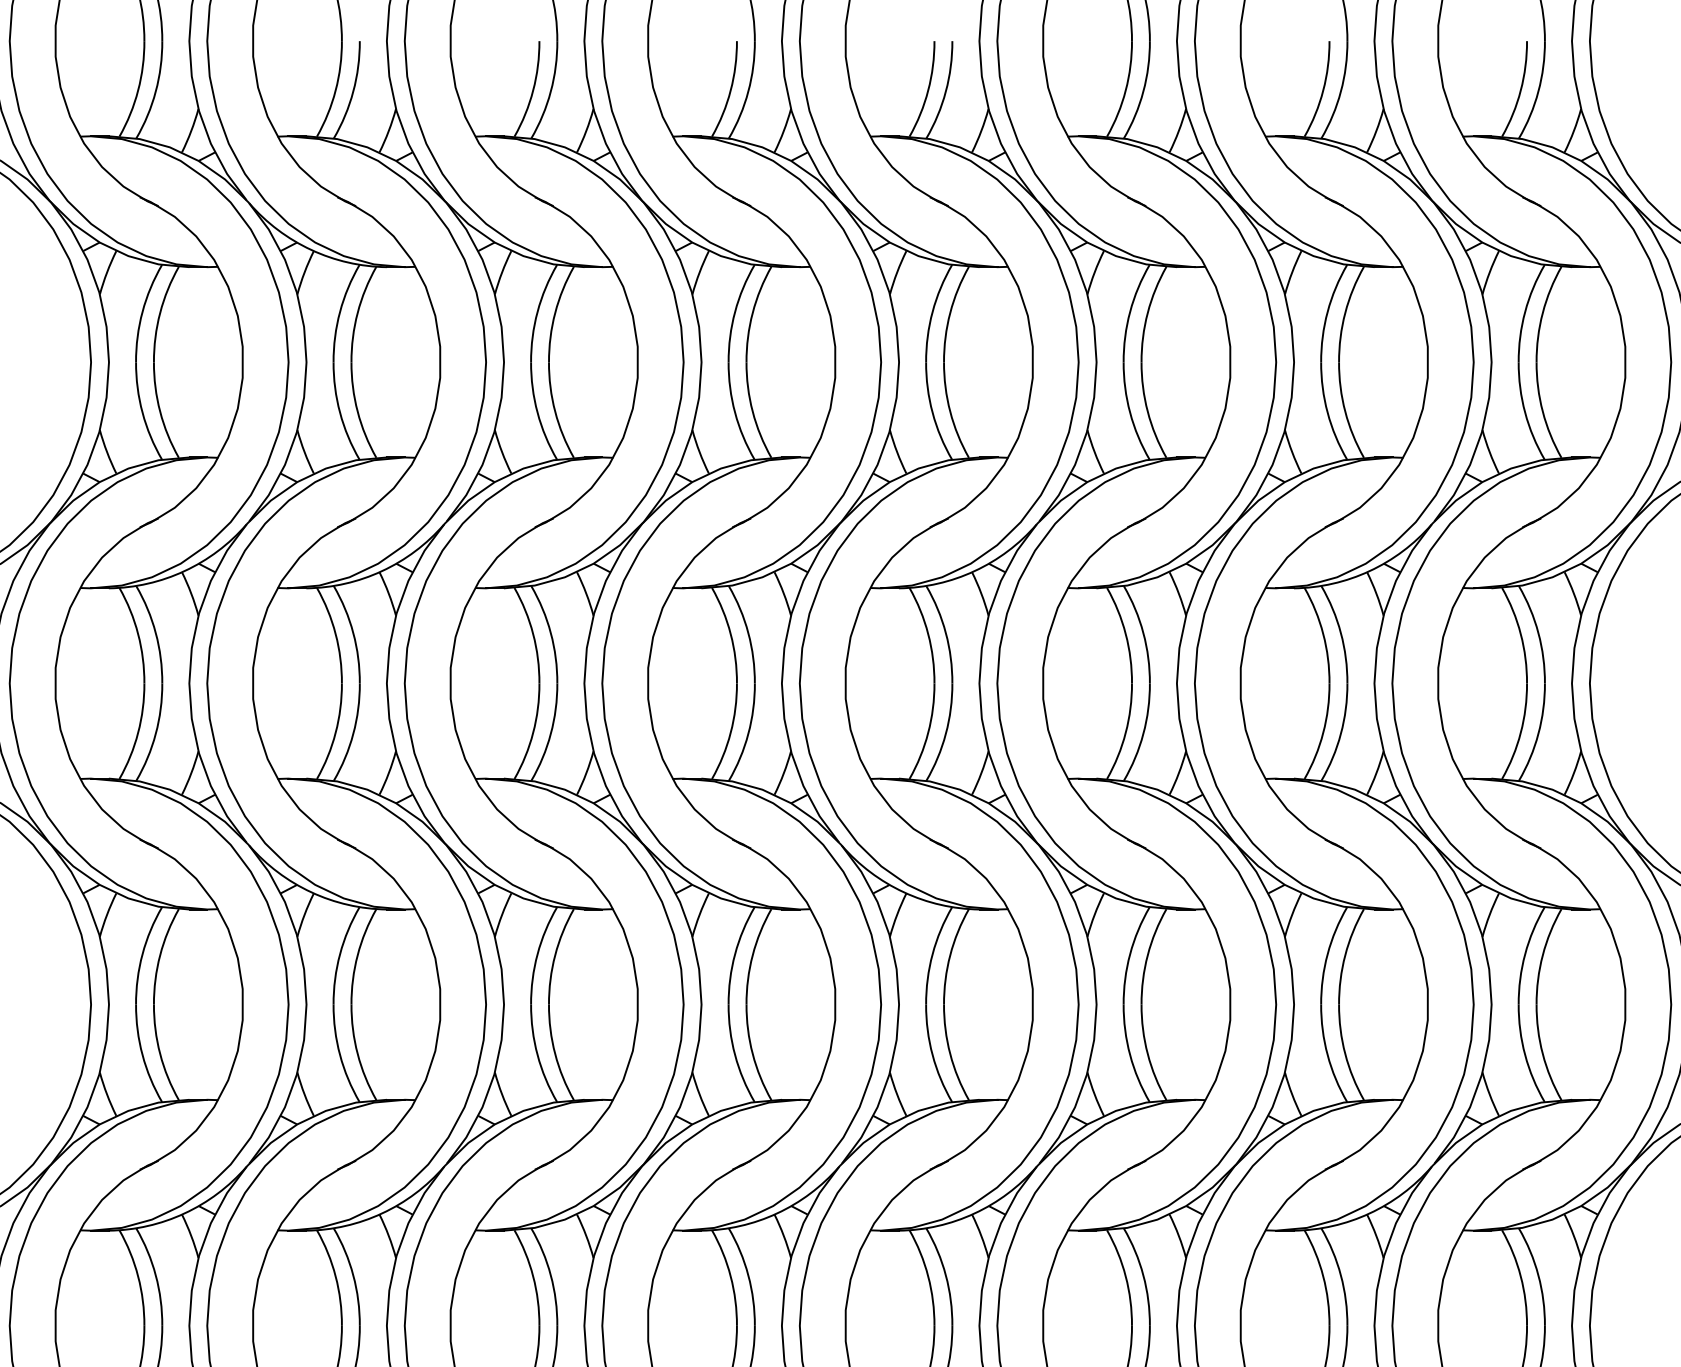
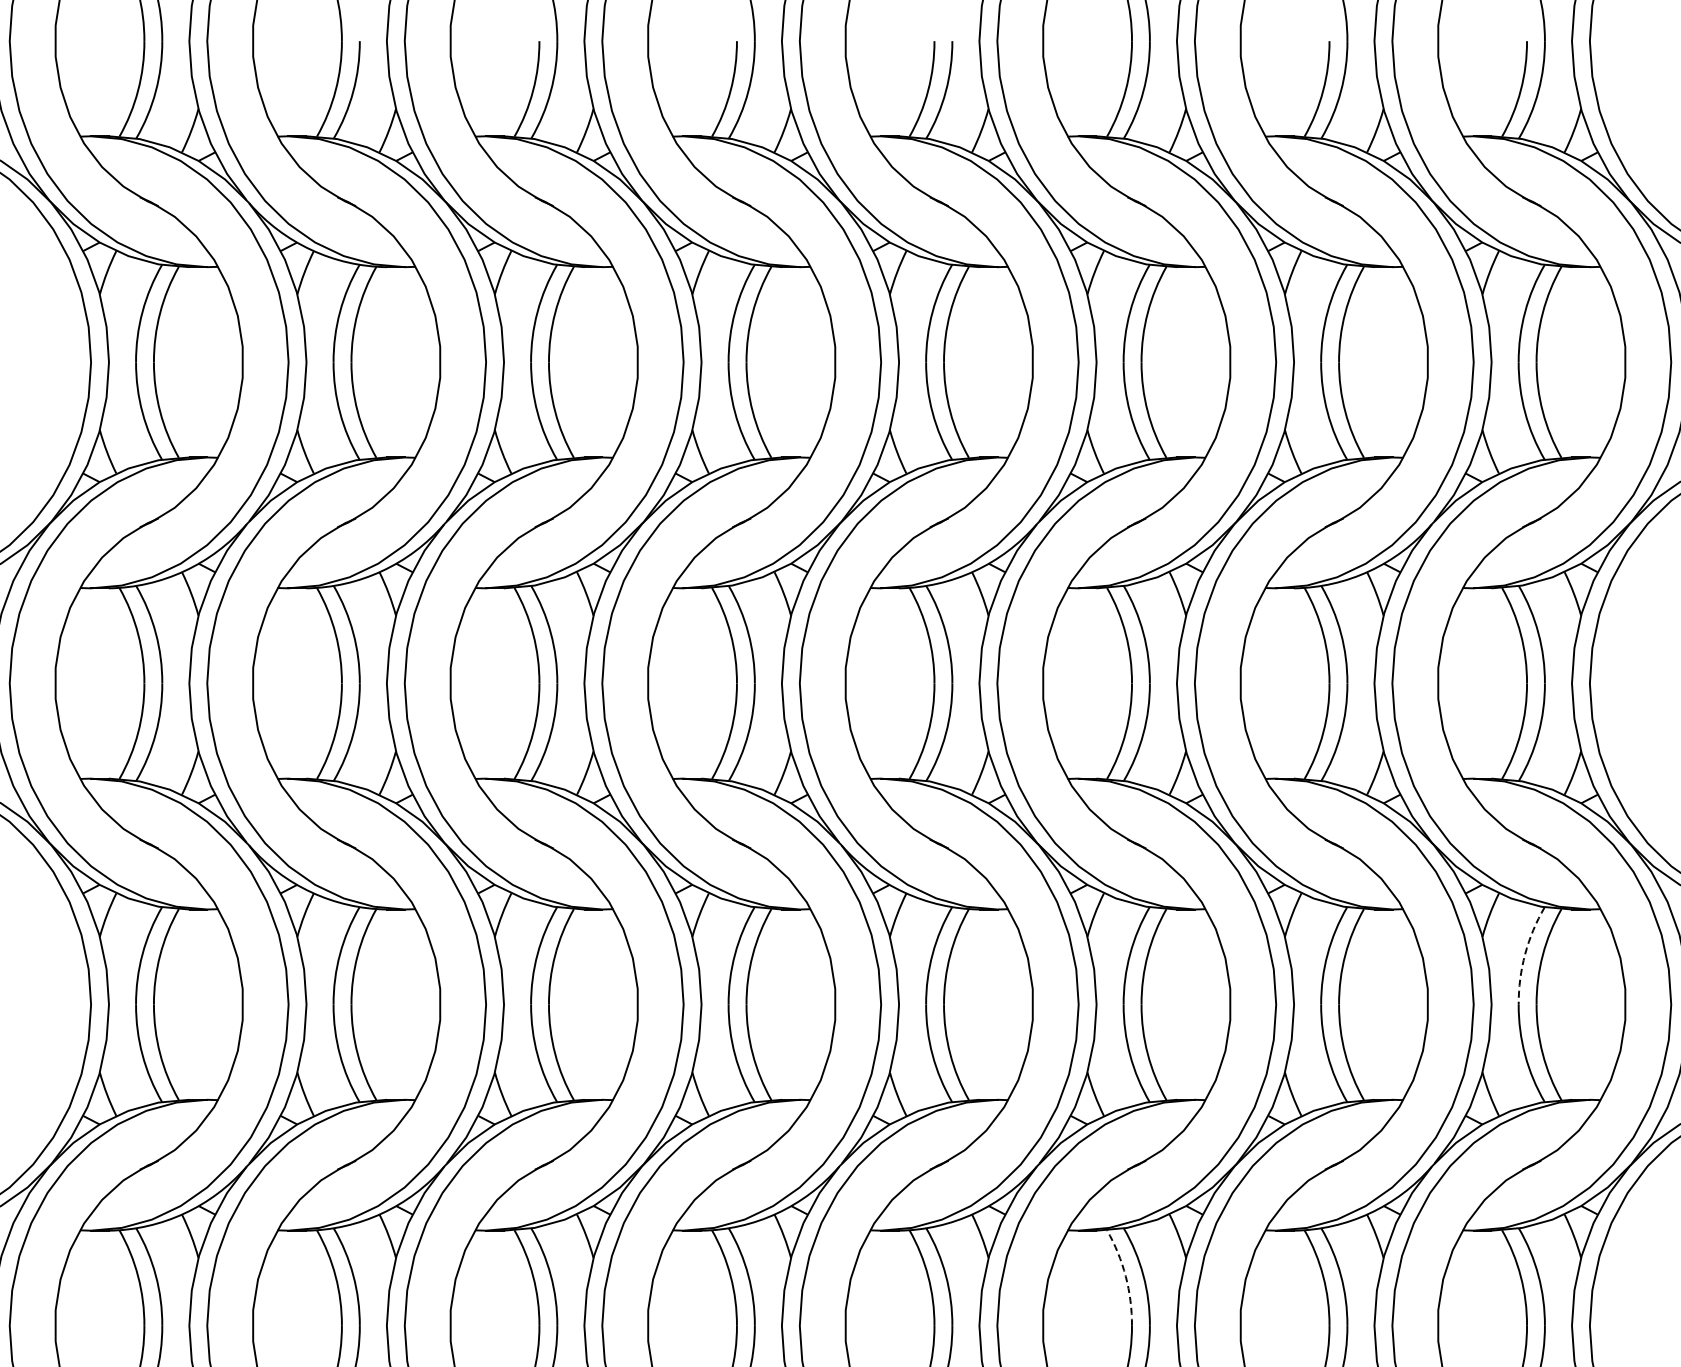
arc at (1525, 954): solid -> dashed
arc at (1125, 1276): solid -> dashed
